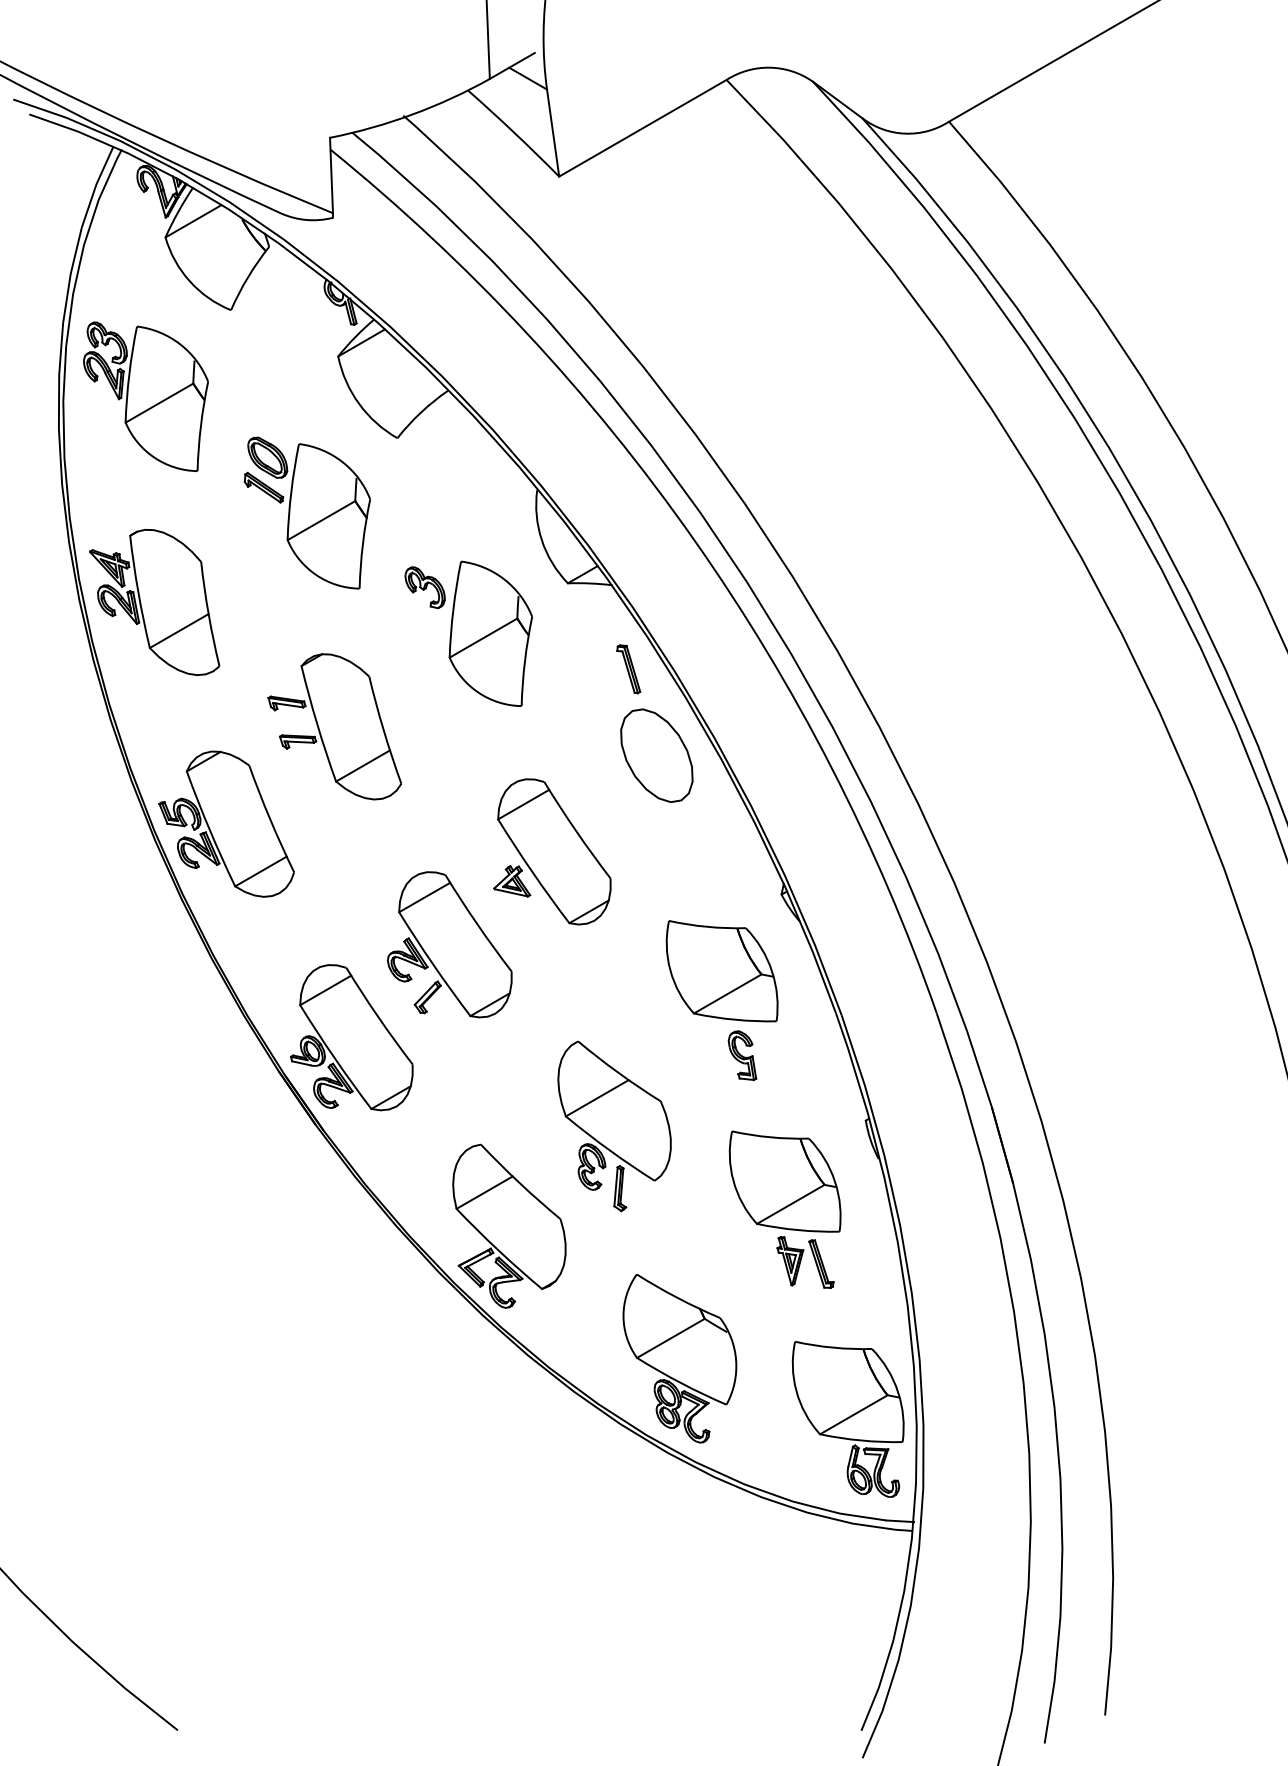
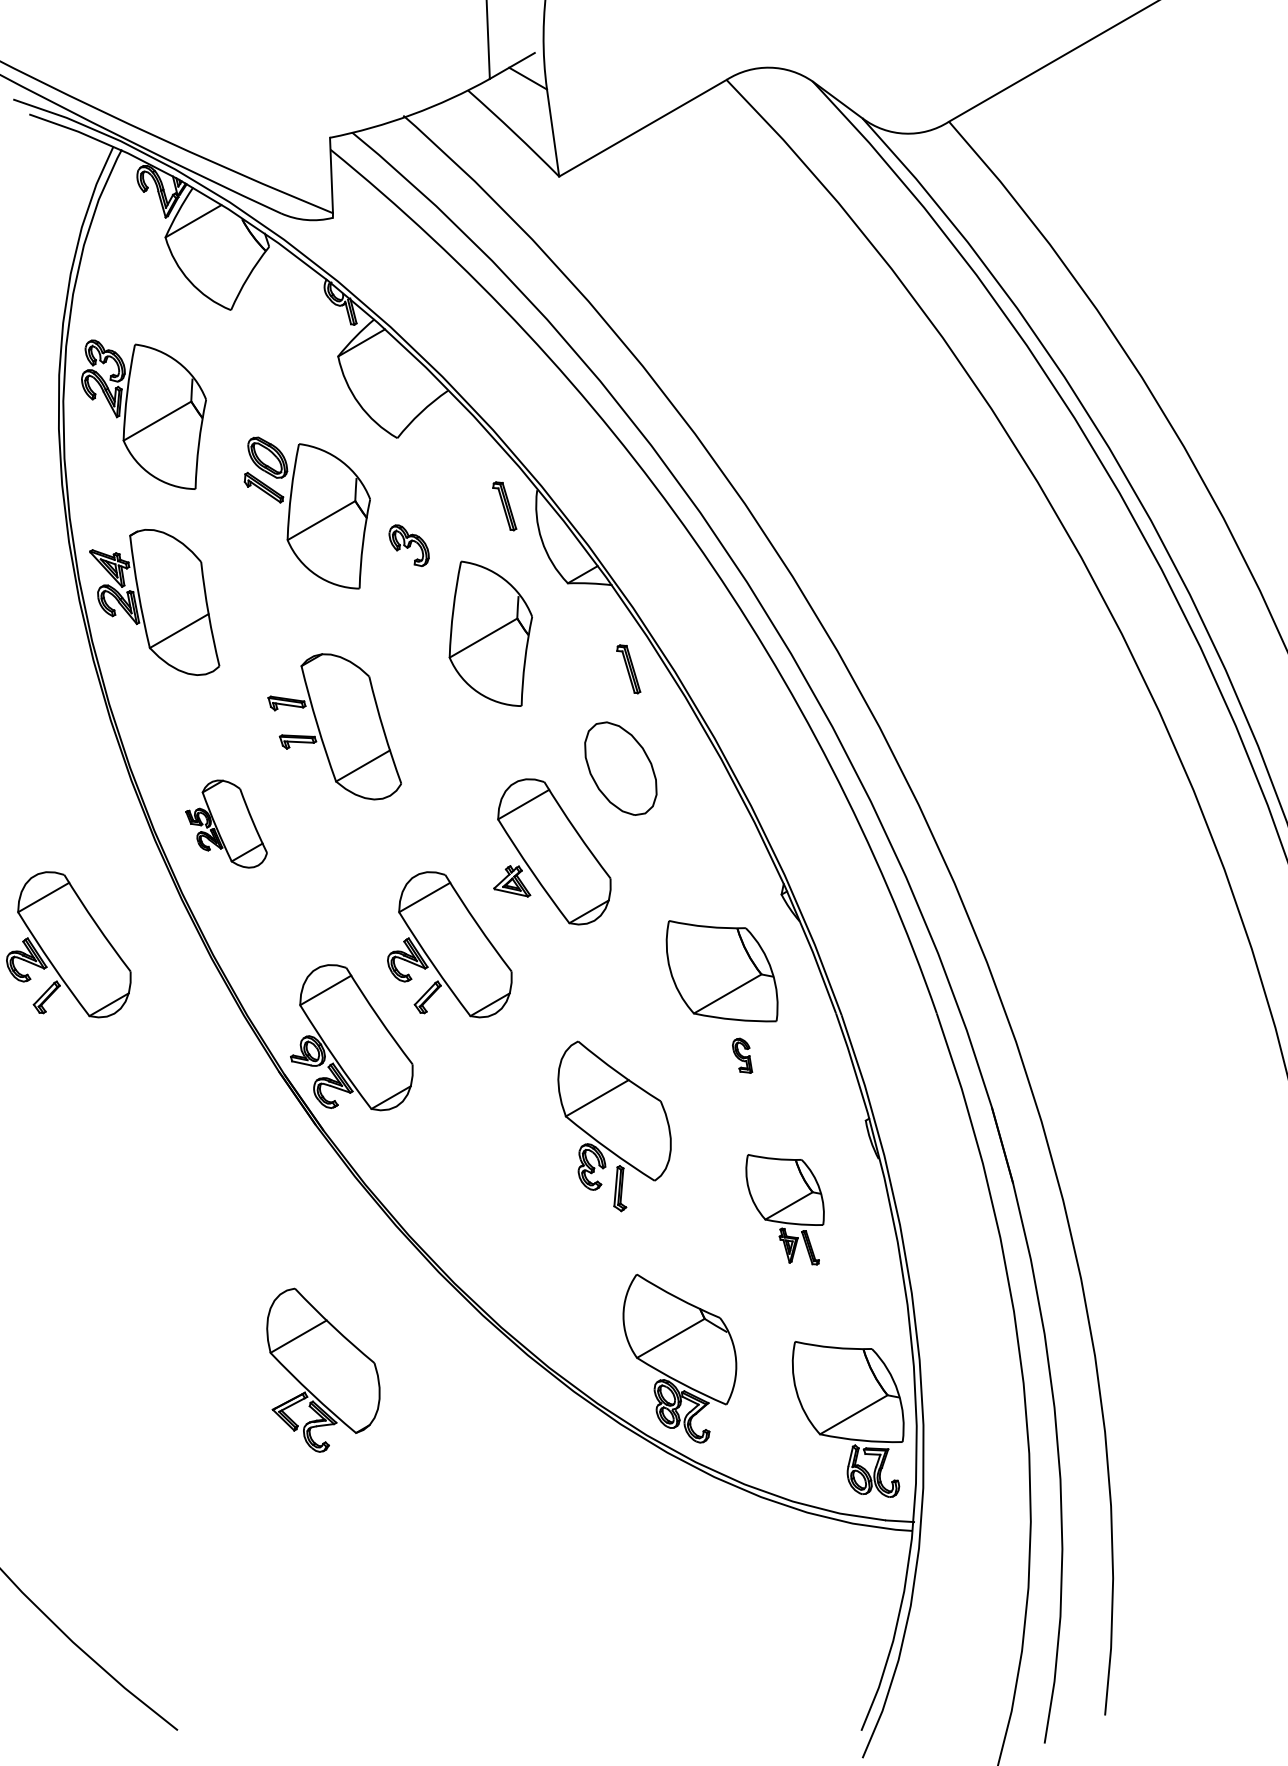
part at (145, 396) position: (145, 396) -> (143, 414)
part at (504, 506): none -> present
part at (424, 587) position: (424, 587) -> (408, 545)
part at (656, 755) position: (656, 755) -> (620, 768)
part at (226, 823) size: 137x148 px -> 83x90 px
part at (68, 944): none -> present
part at (742, 1055) size: 31x52 px -> 22x37 px
part at (784, 1209) size: 114x159 px -> 80x112 px
part at (509, 1225) position: (509, 1225) -> (323, 1369)
